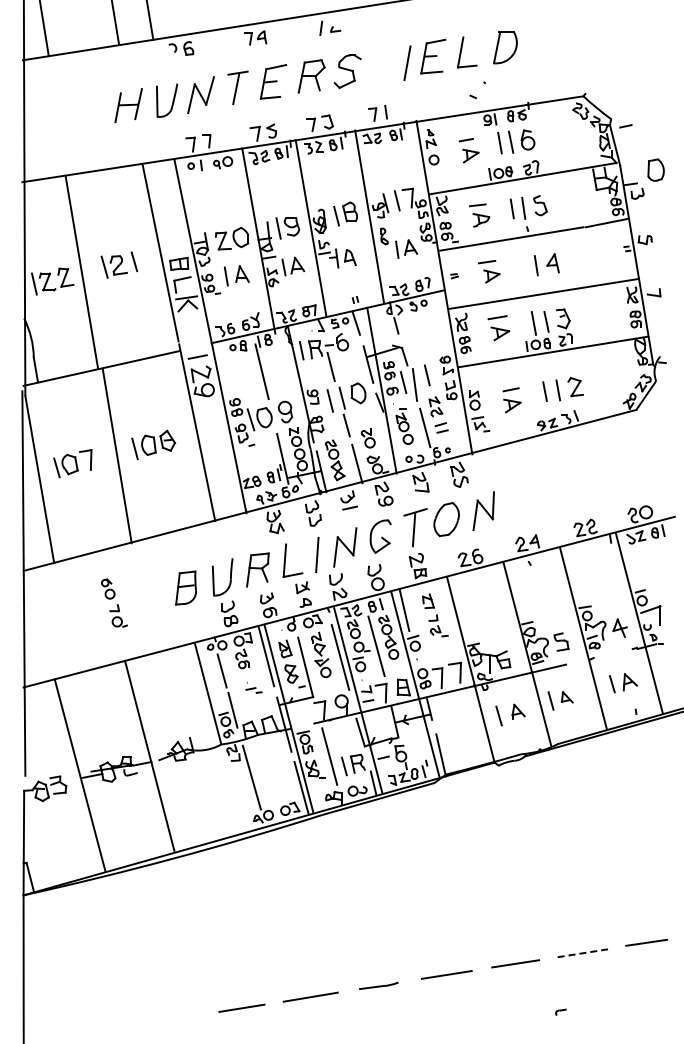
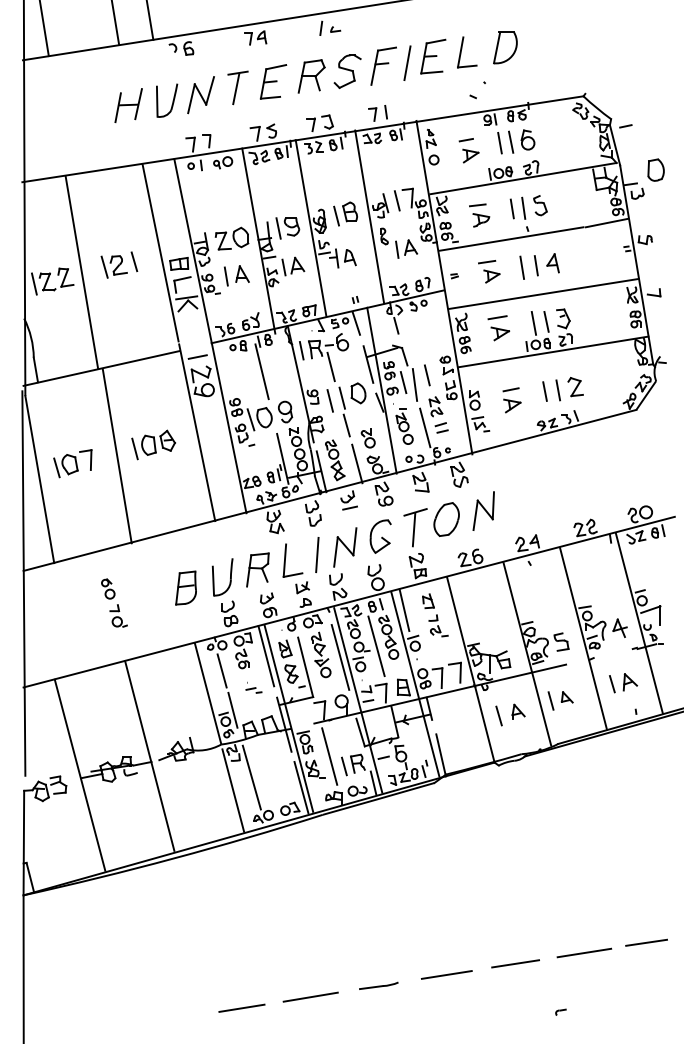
part at (383, 65): none -> present
line at (521, 267): none -> present
line at (233, 790): none -> present
line at (584, 952): dashed -> solid
